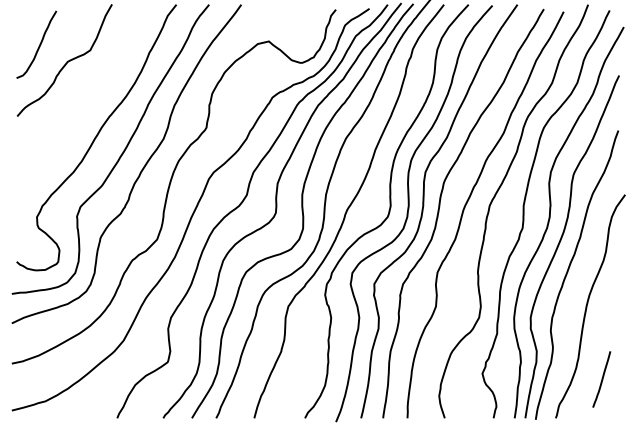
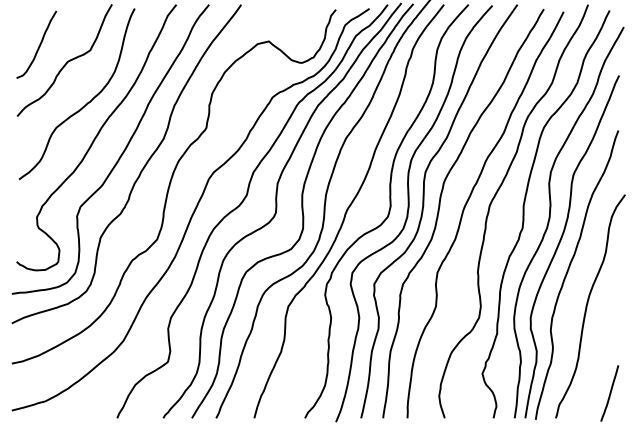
curve at (83, 105): none -> present
line at (601, 379) position: (601, 379) -> (609, 393)
